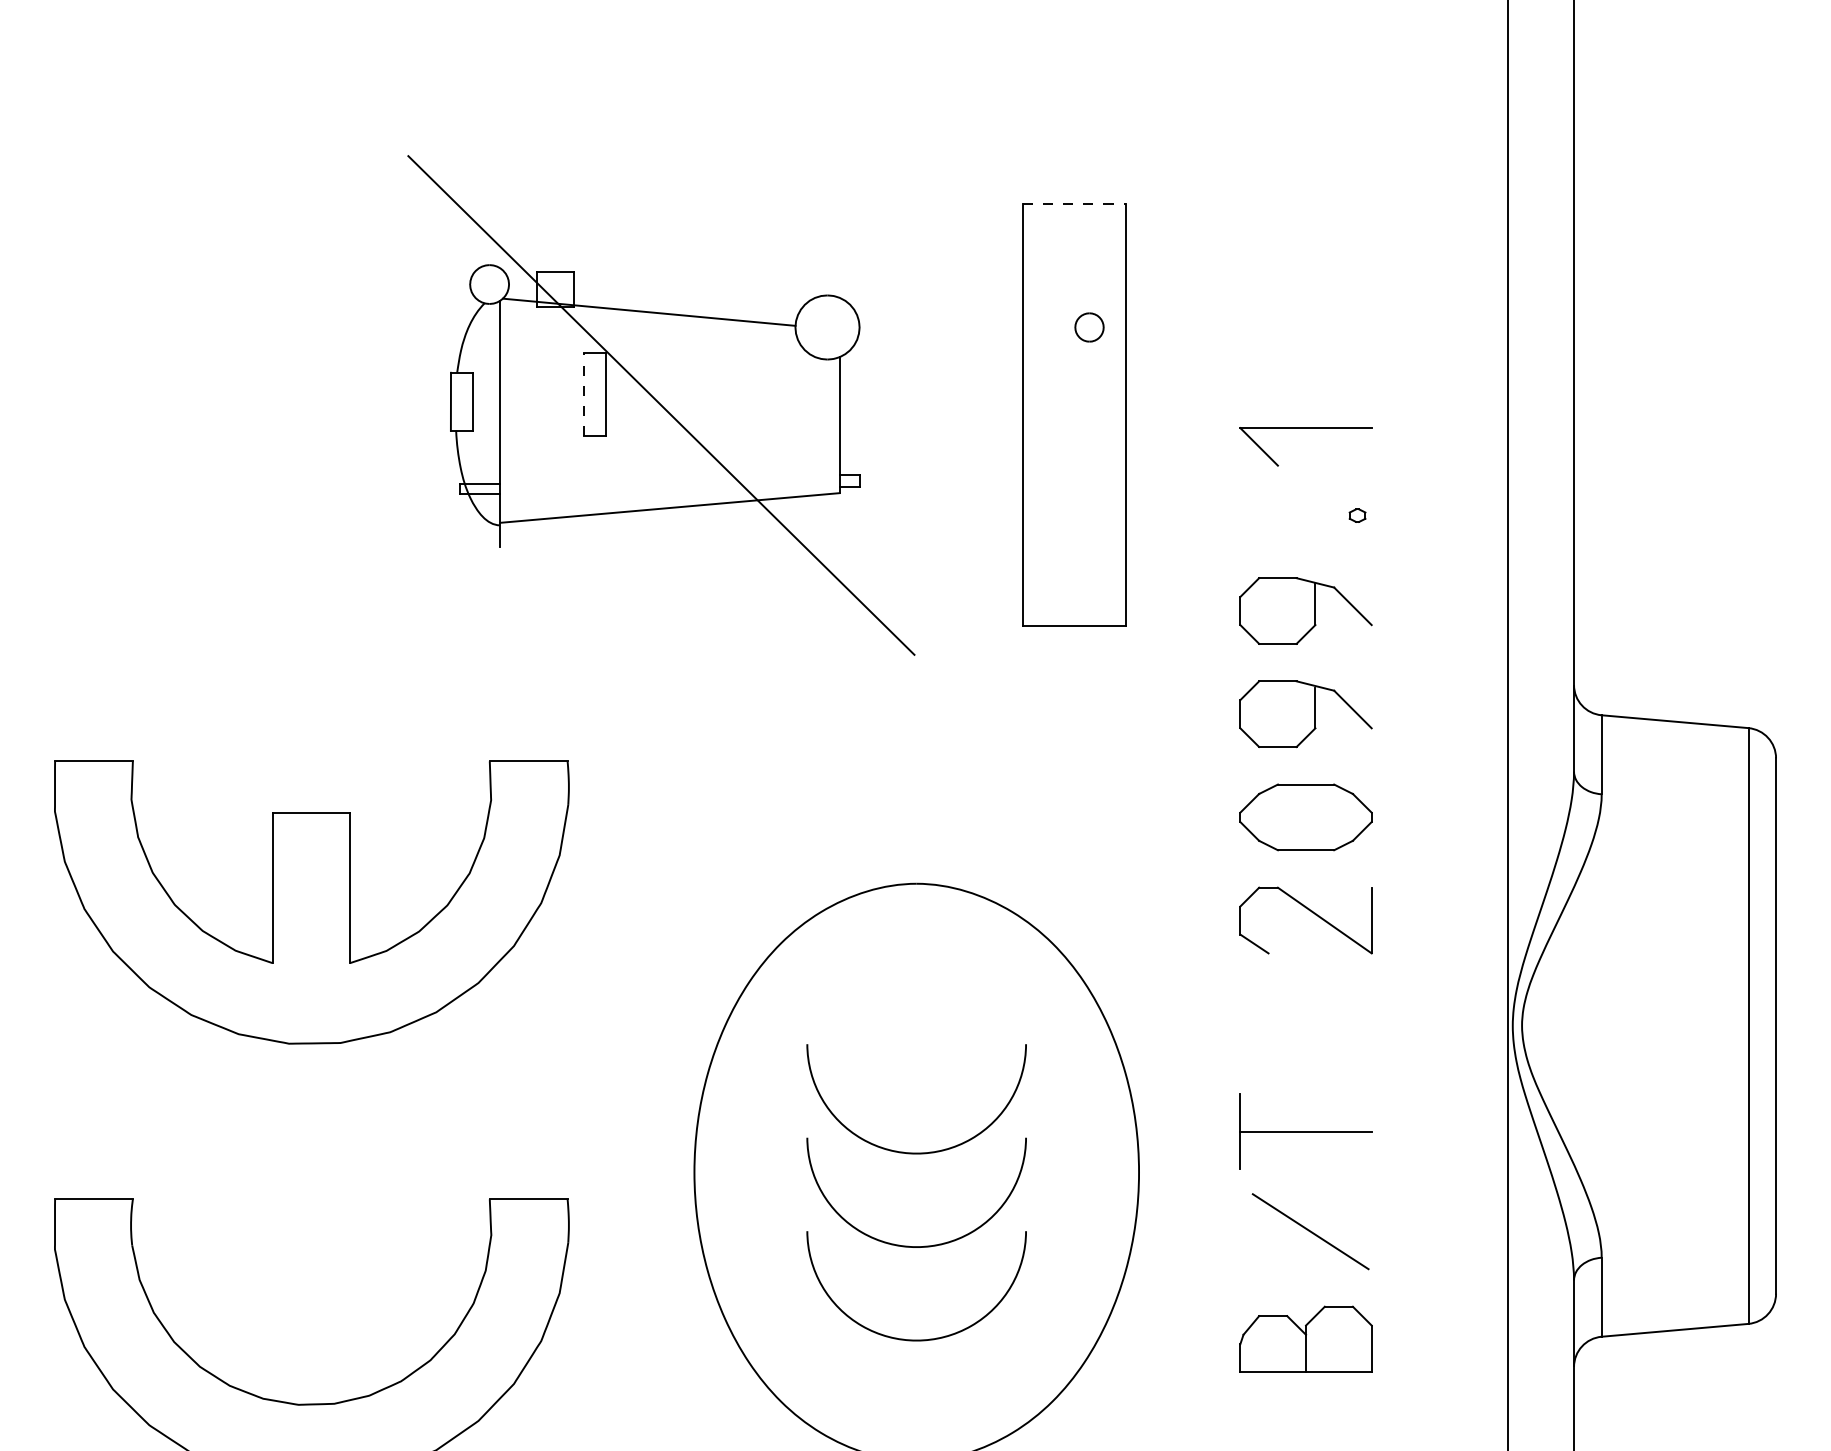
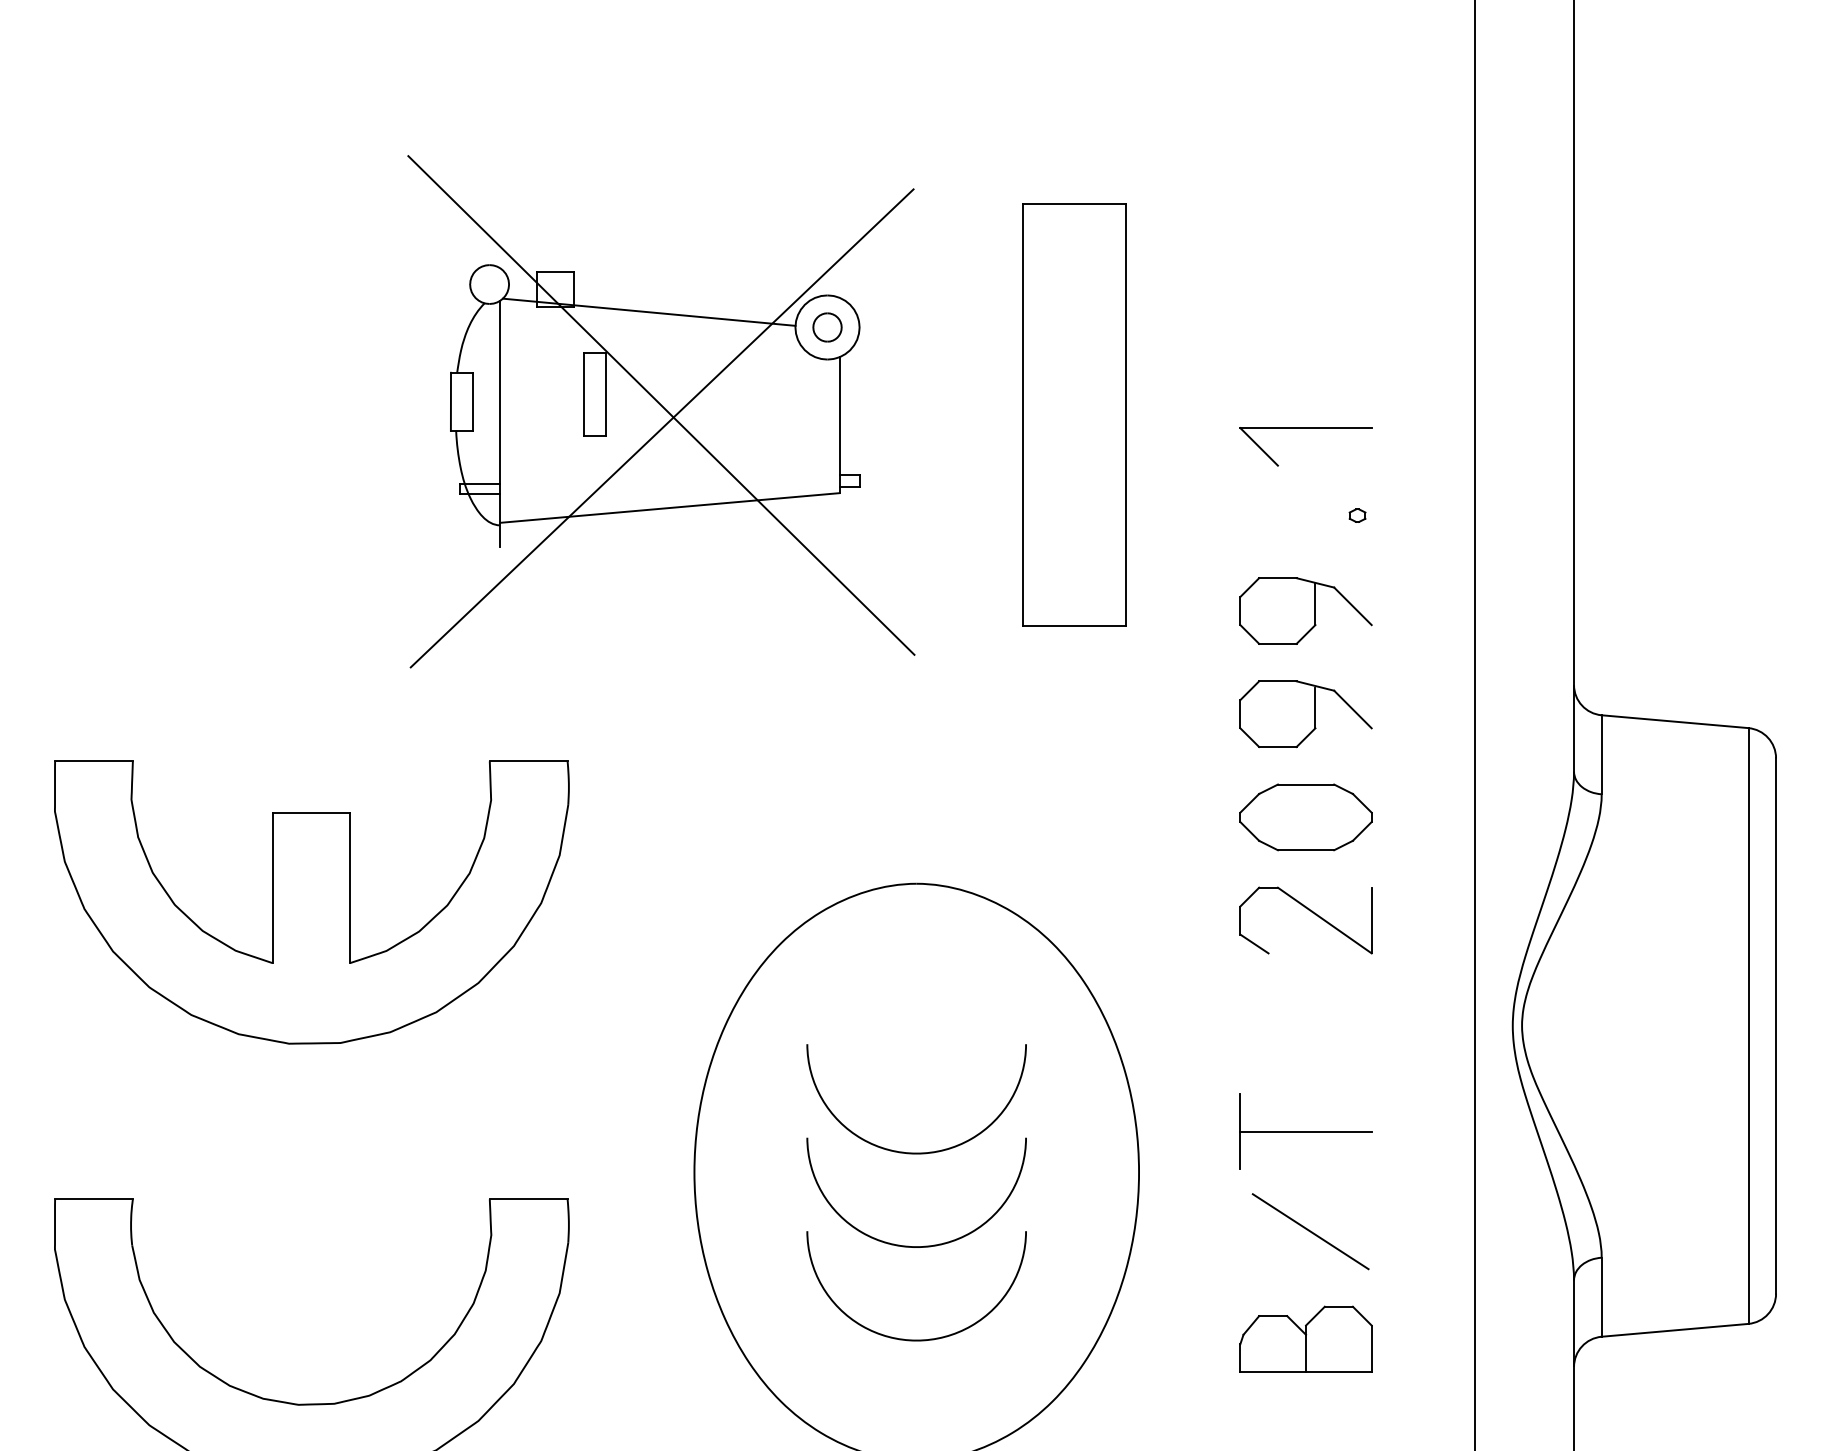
line at (1074, 203): dashed -> solid
part at (1089, 327) position: (1089, 327) -> (827, 327)
line at (583, 394): dashed -> solid
line at (661, 428): none -> present
line at (1507, 724) position: (1507, 724) -> (1474, 724)
